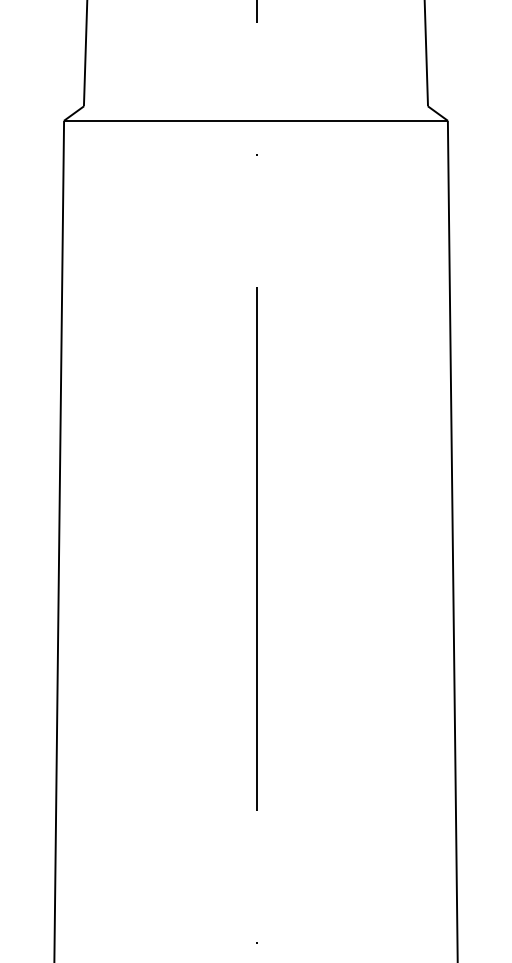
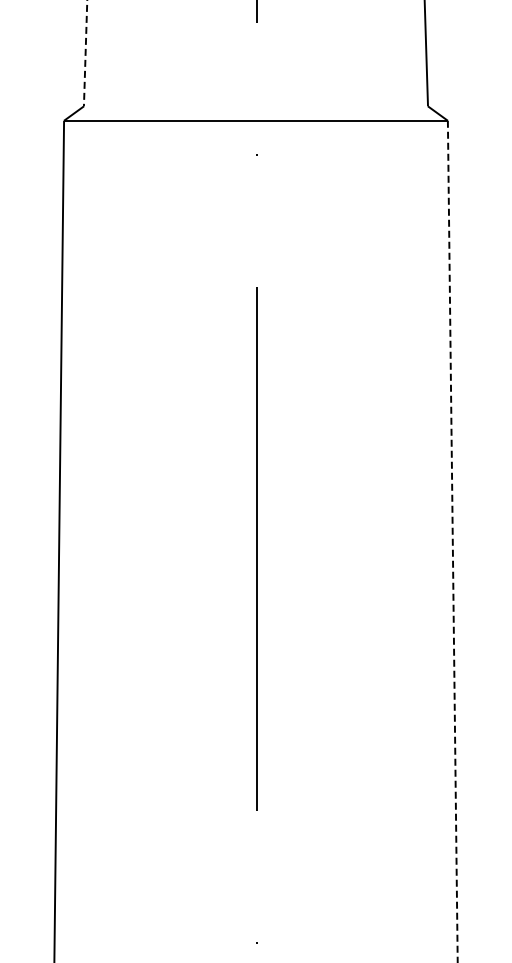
line at (85, 53): solid -> dashed
line at (452, 541): solid -> dashed
